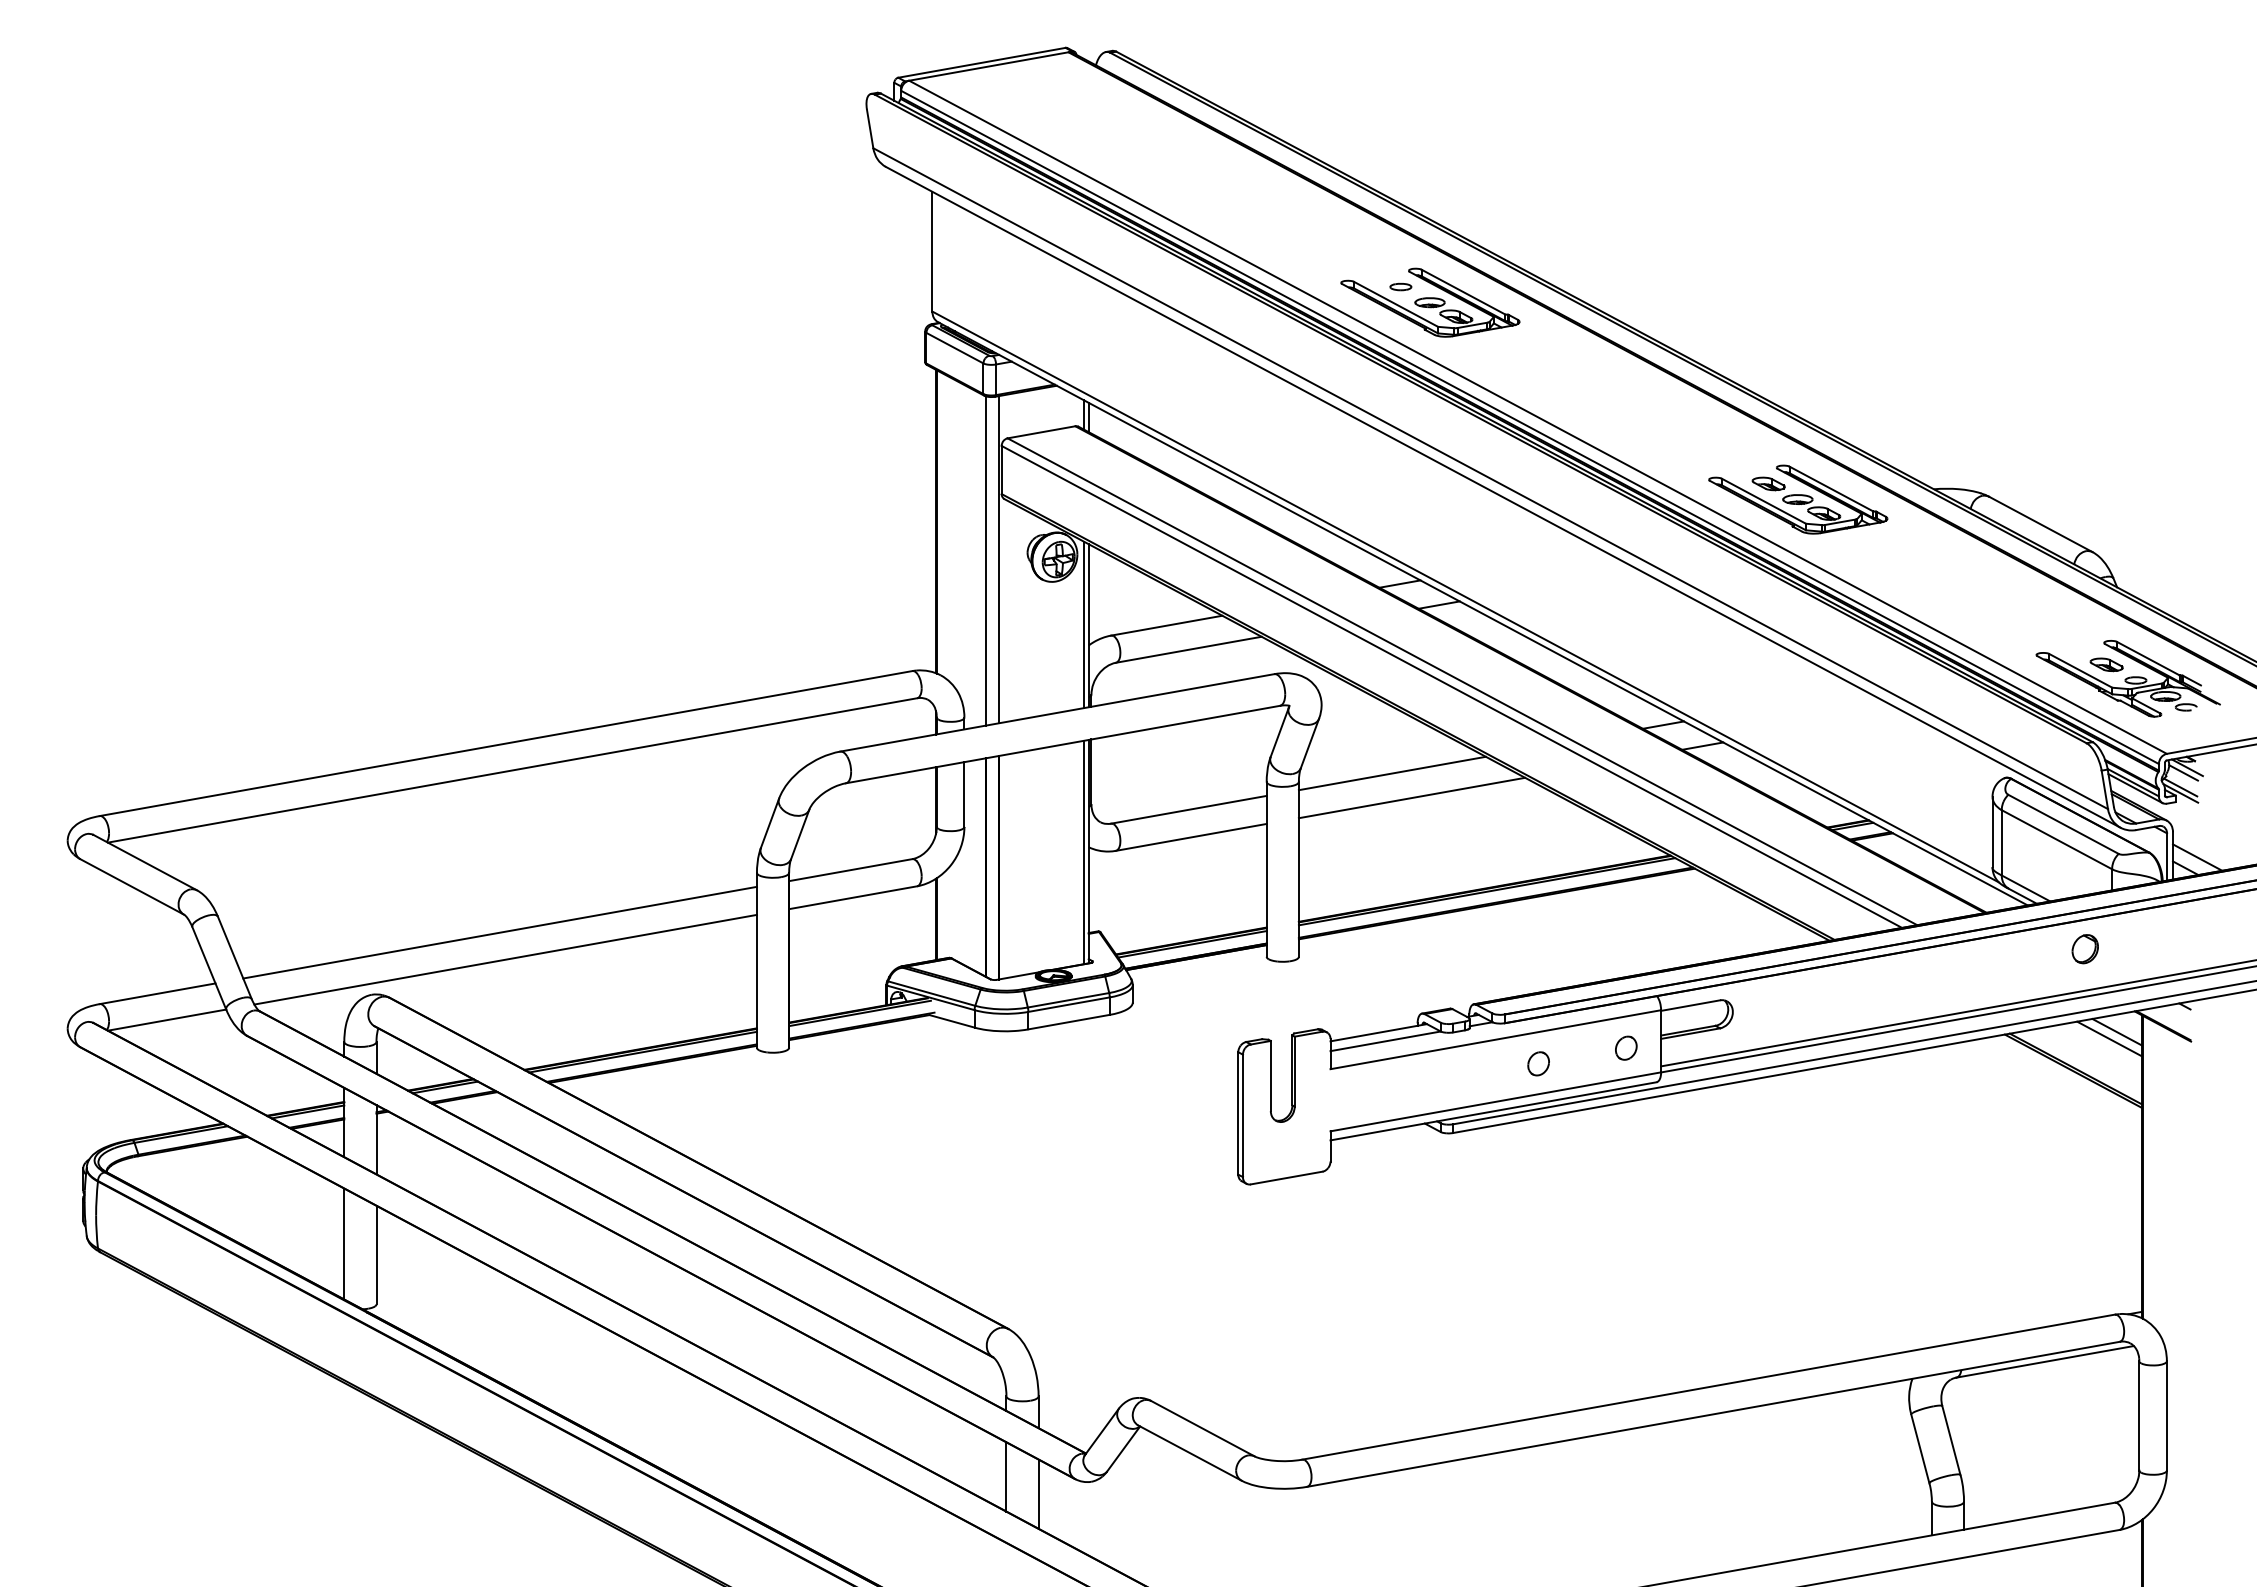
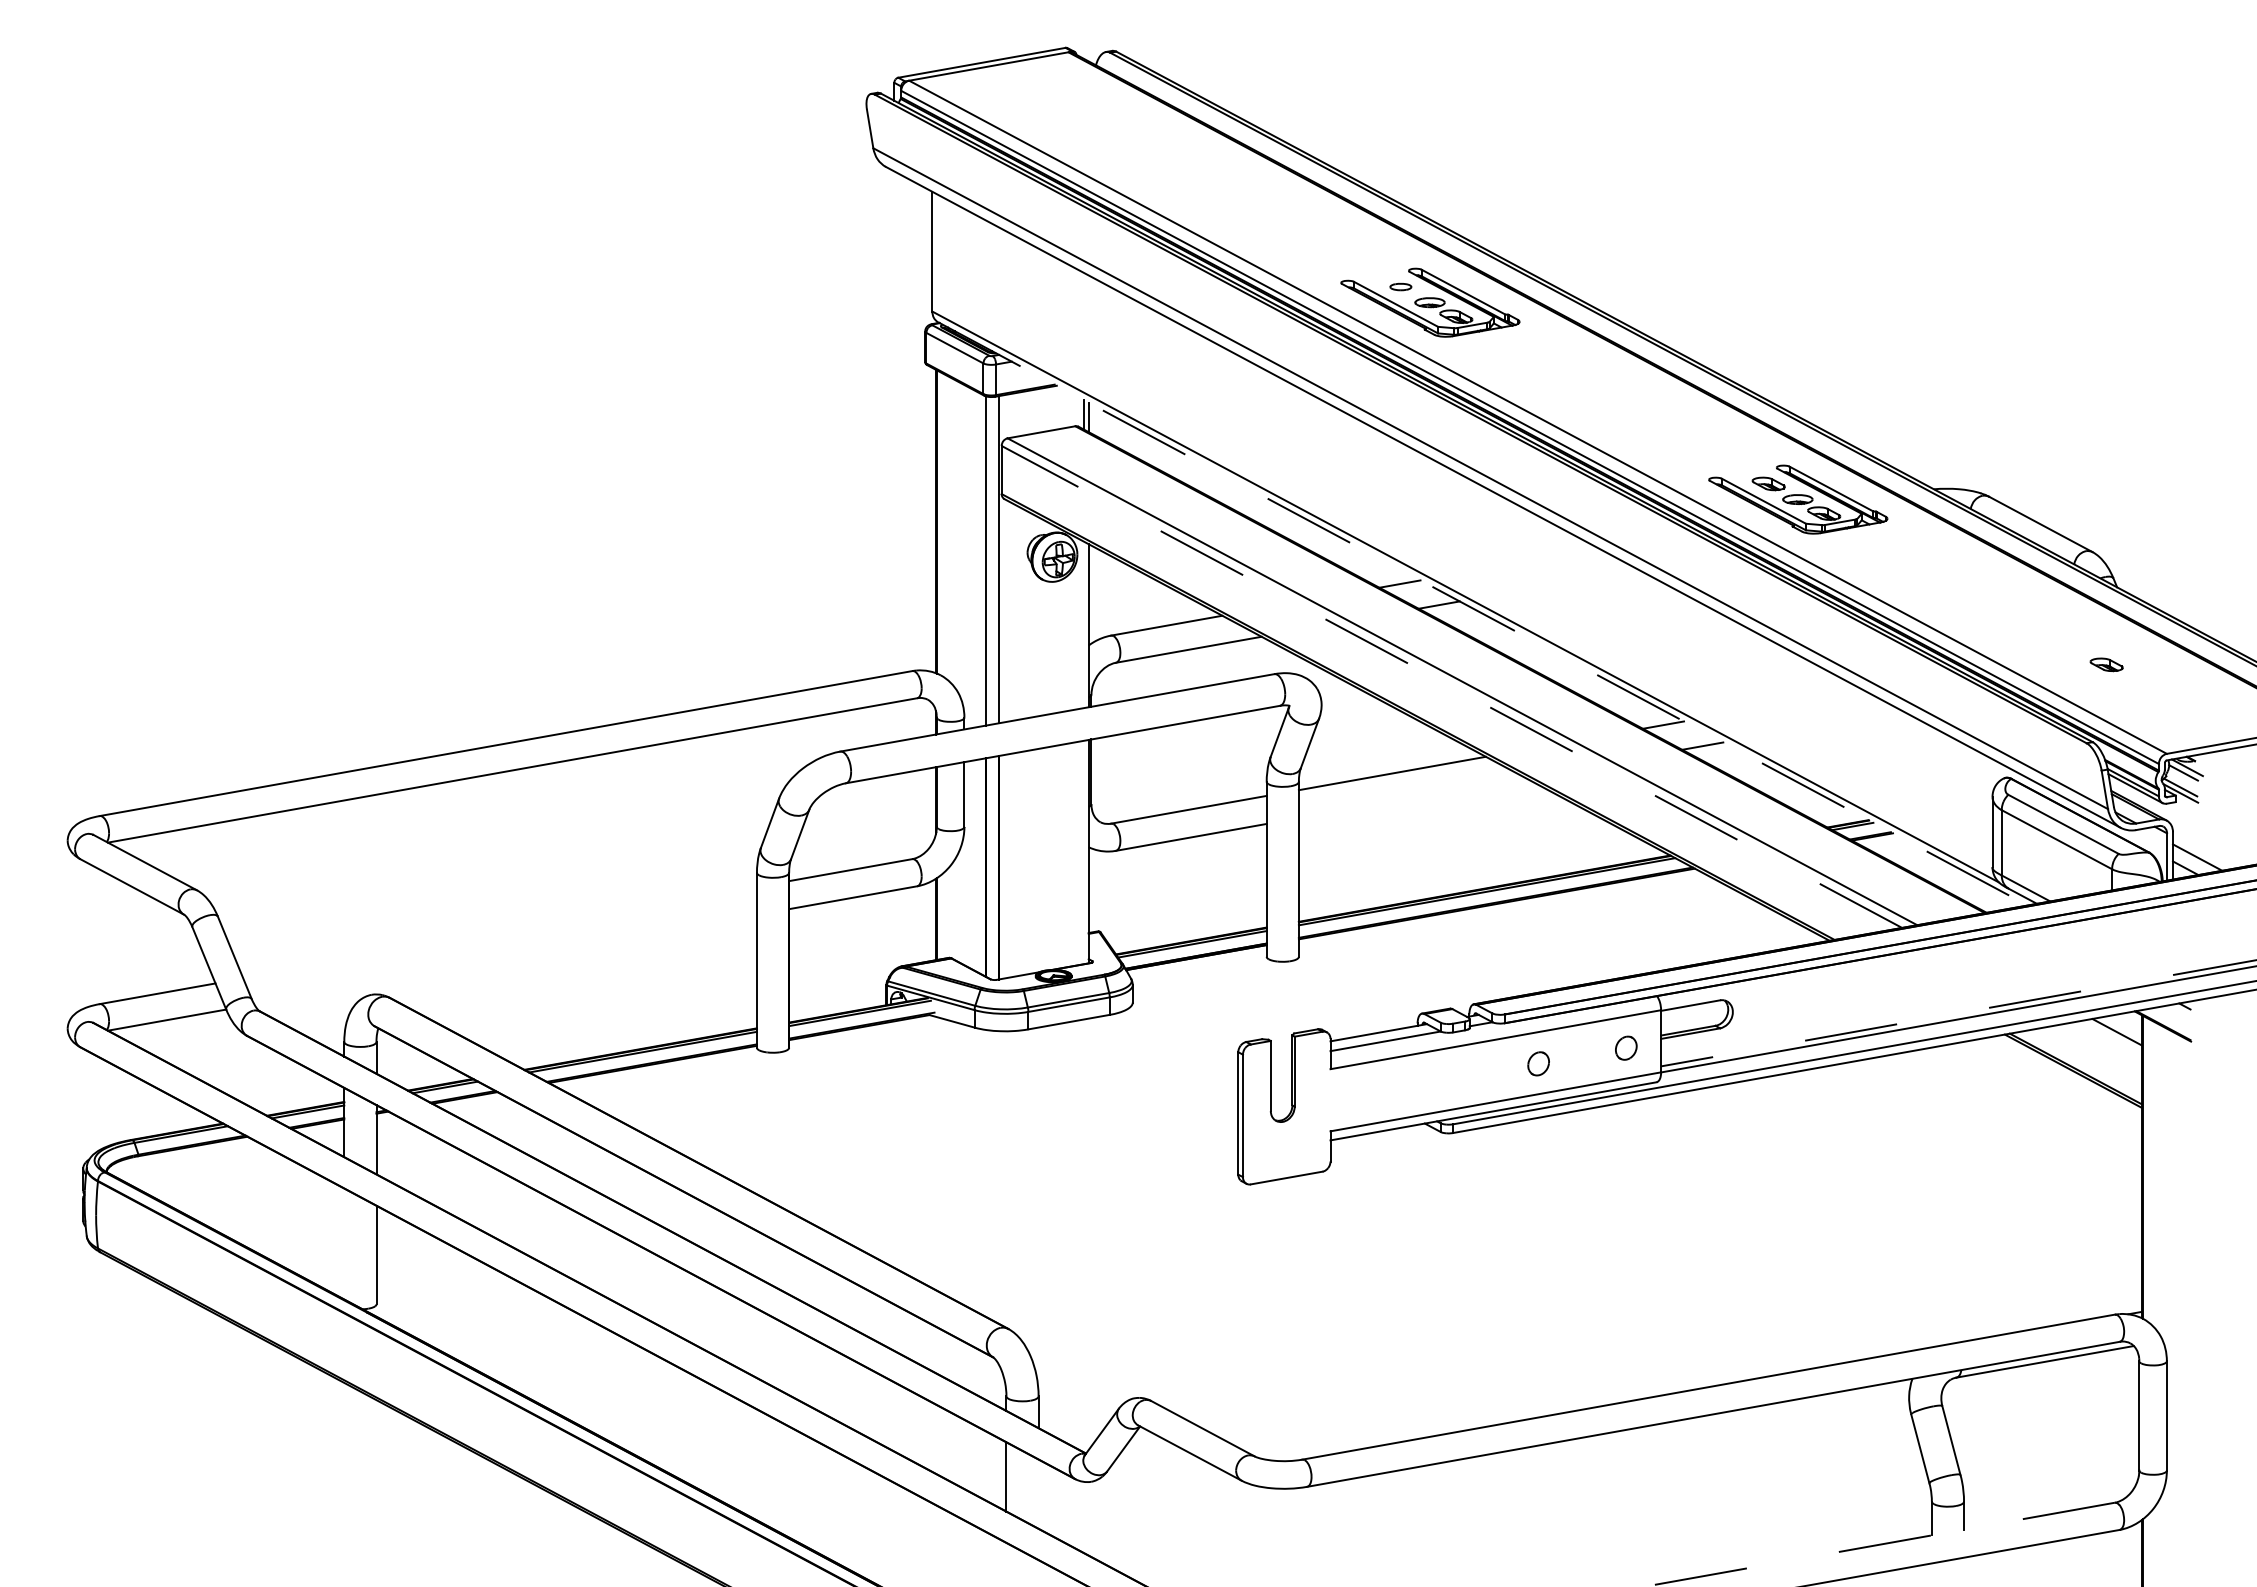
line at (1483, 613): solid -> dashed
line at (1084, 624): present -> none
part at (2127, 678): present -> none
line at (1451, 686): solid -> dashed
line at (1411, 797): present -> none
line at (1084, 852): present -> none
line at (499, 932): present -> none
part at (2084, 949): present -> none
line at (505, 959): present -> none
line at (1958, 1013): solid -> dashed
line at (2109, 1038): present -> none
line at (344, 1243): present -> none
line at (1038, 1493): present -> none
line at (1878, 1544): solid -> dashed
